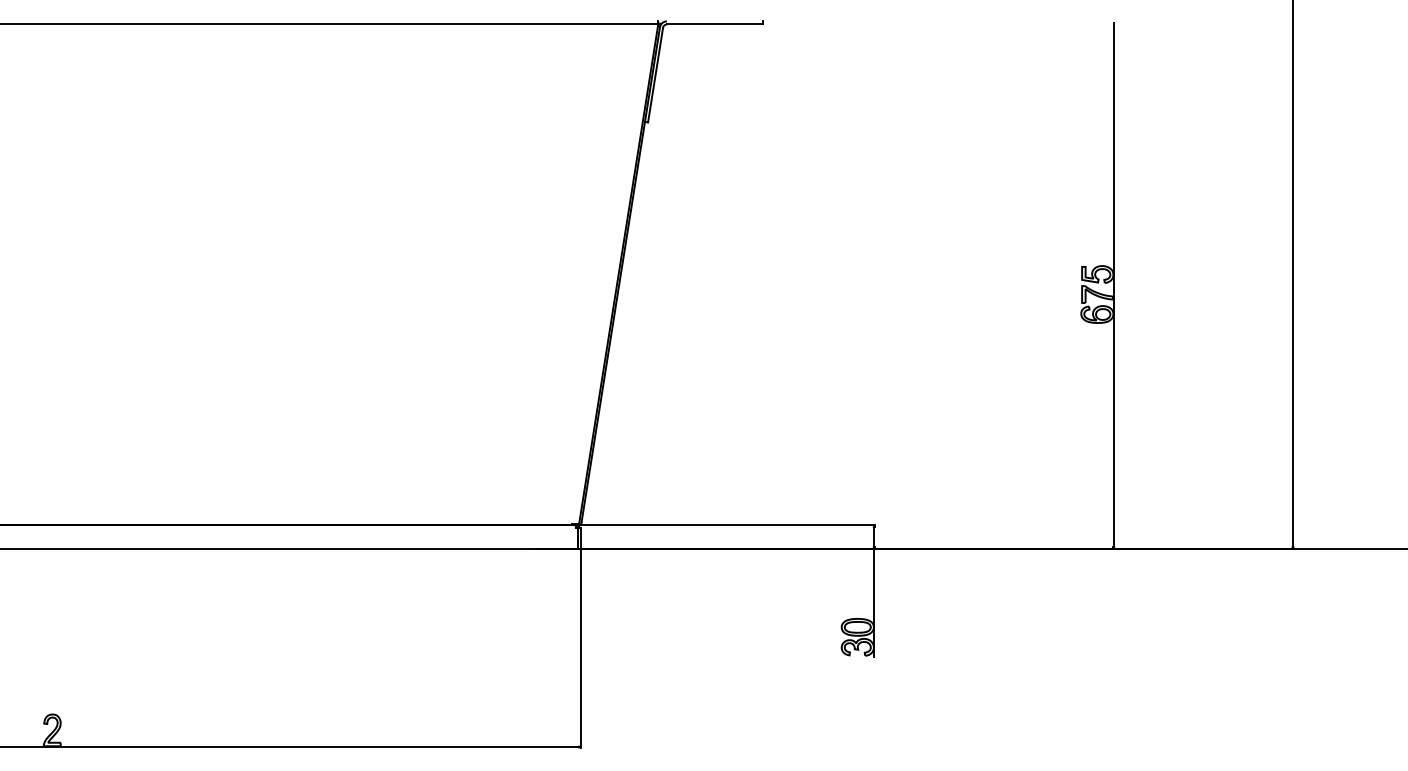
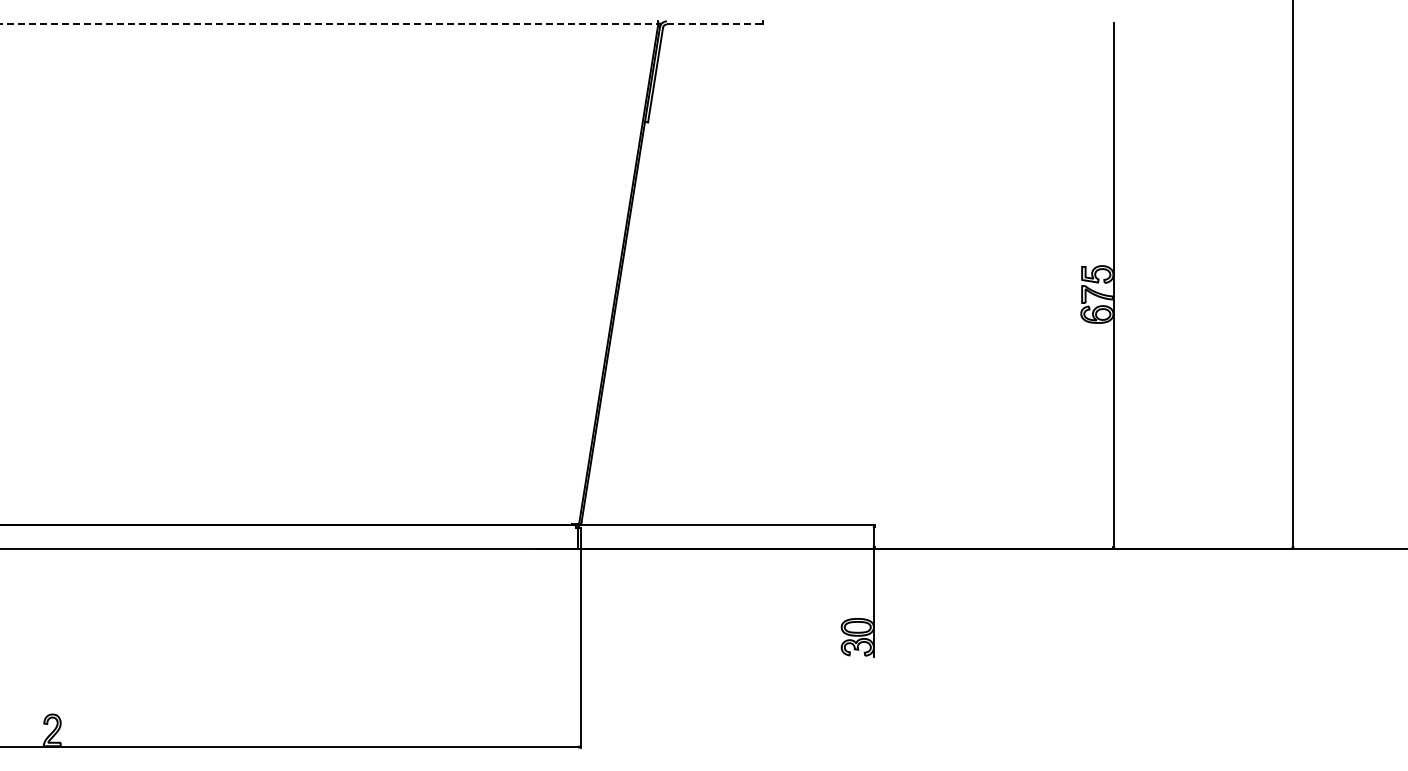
line at (329, 23): solid -> dashed
line at (714, 24): solid -> dashed
